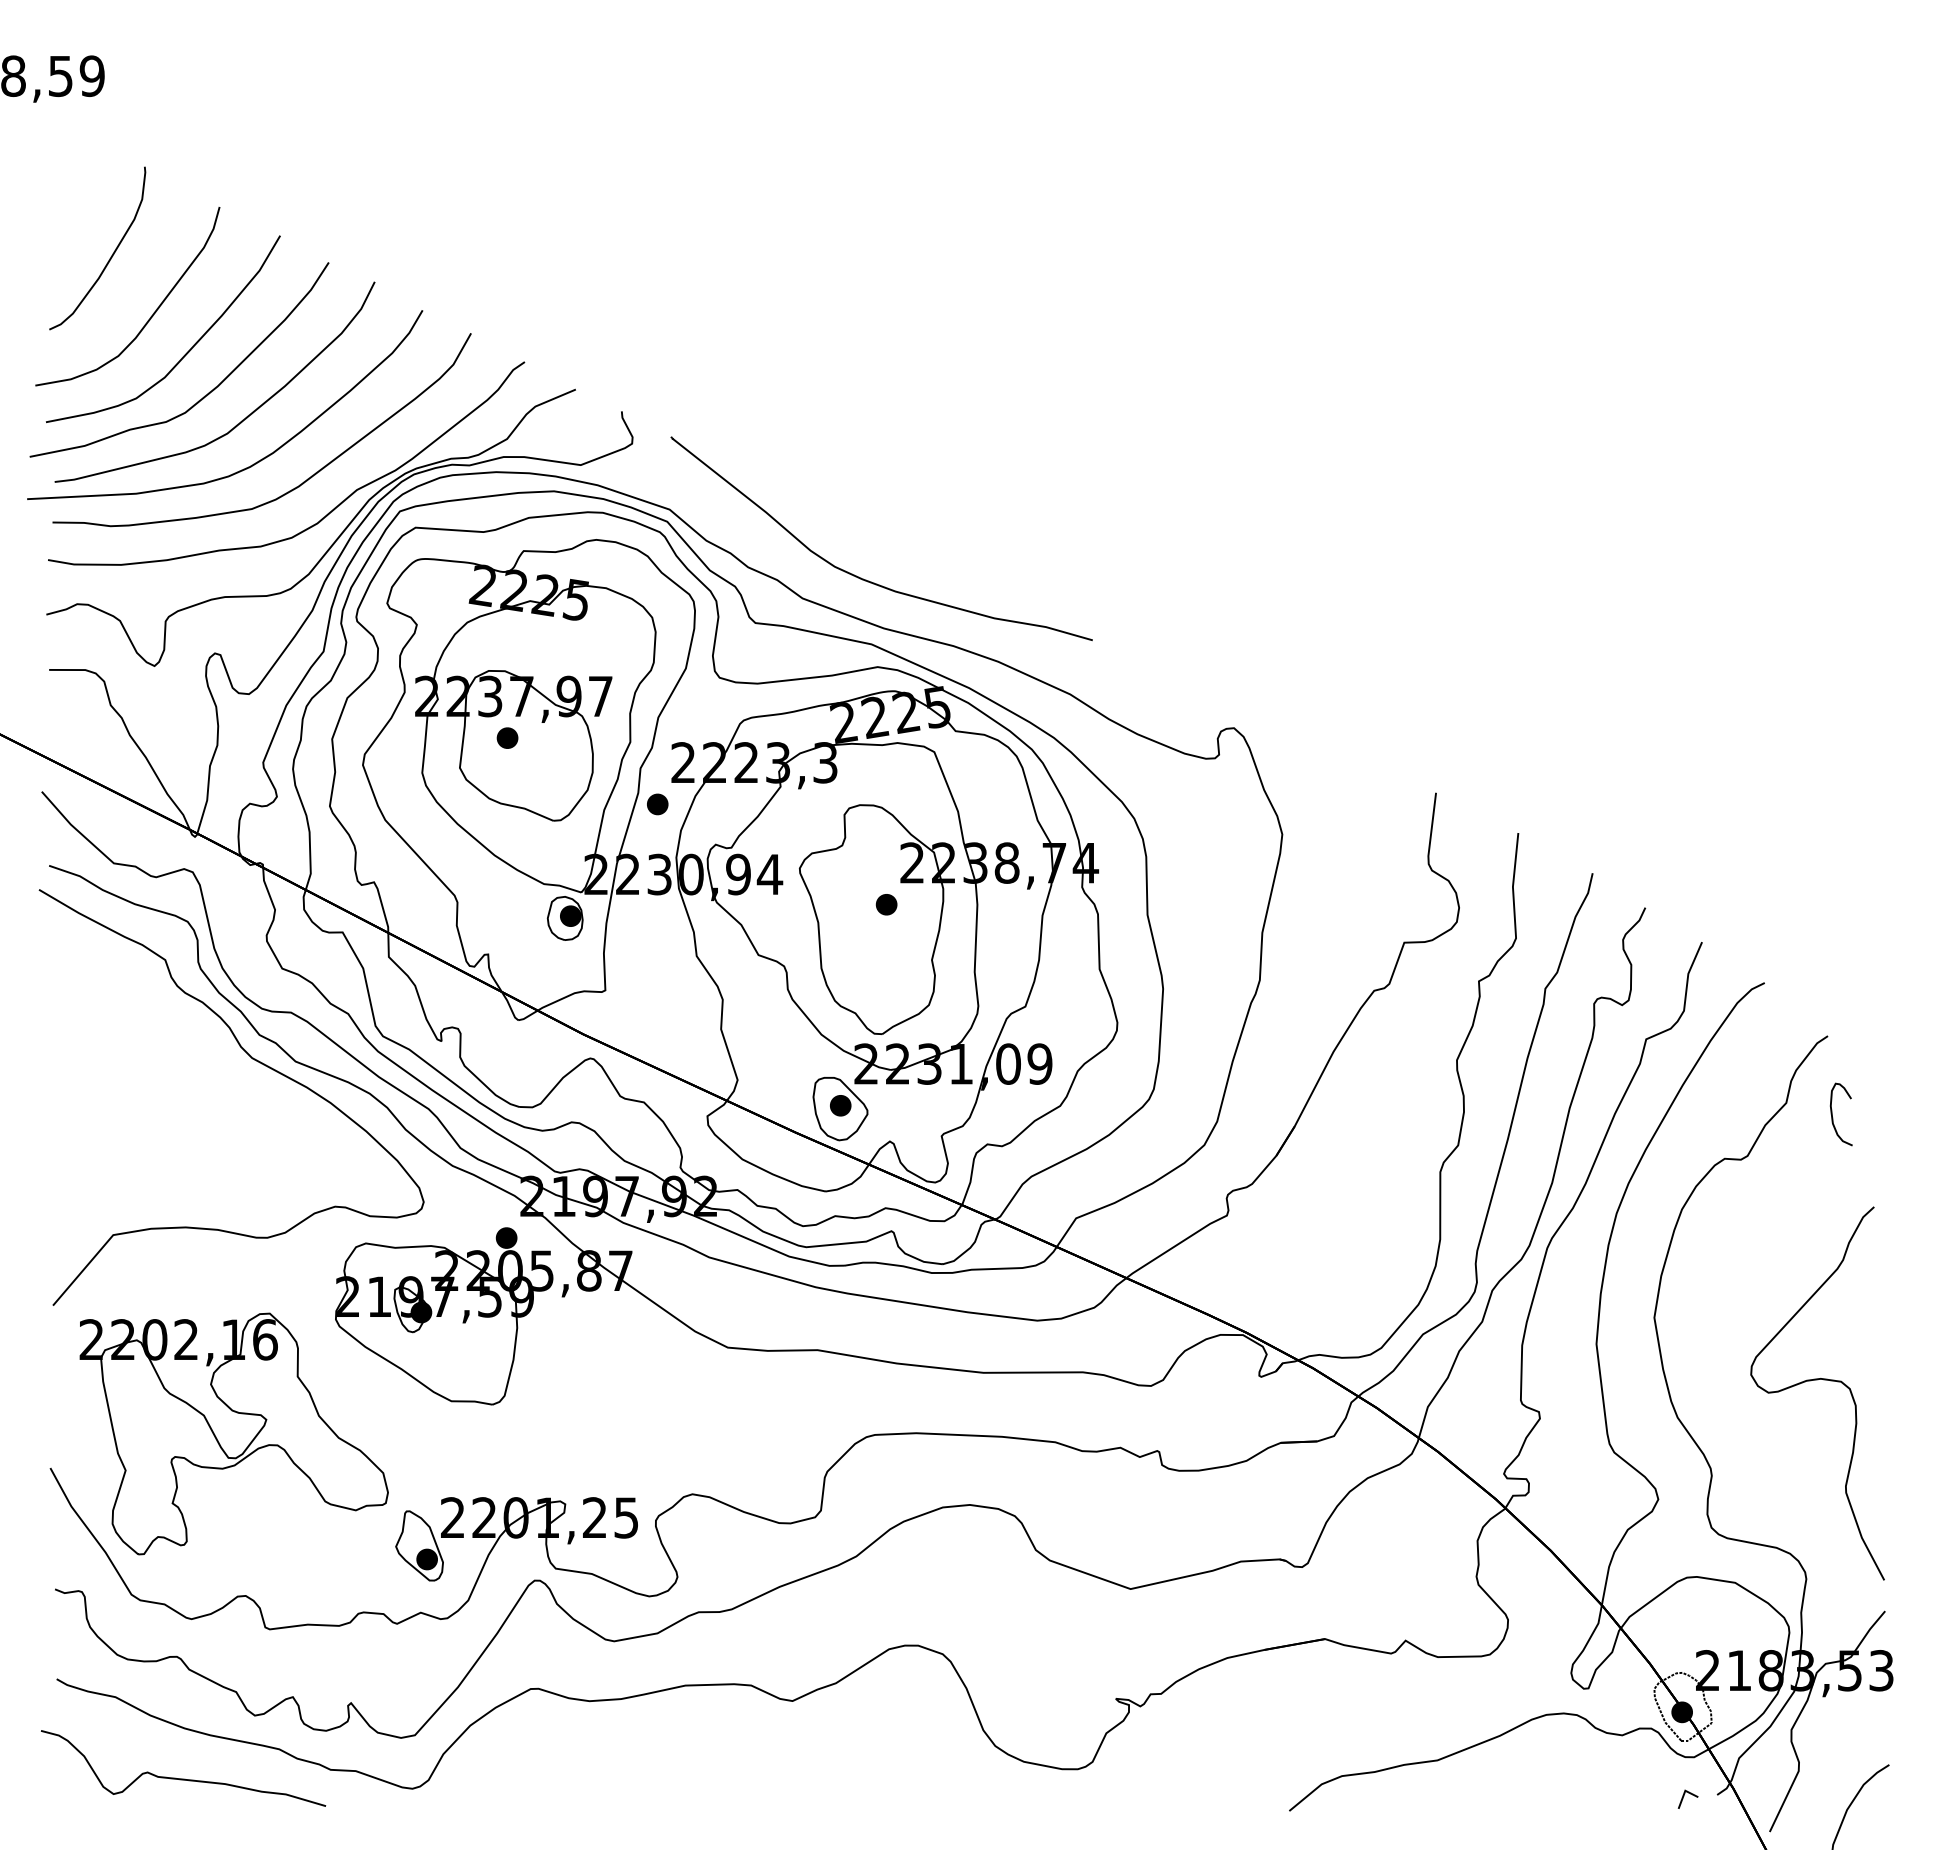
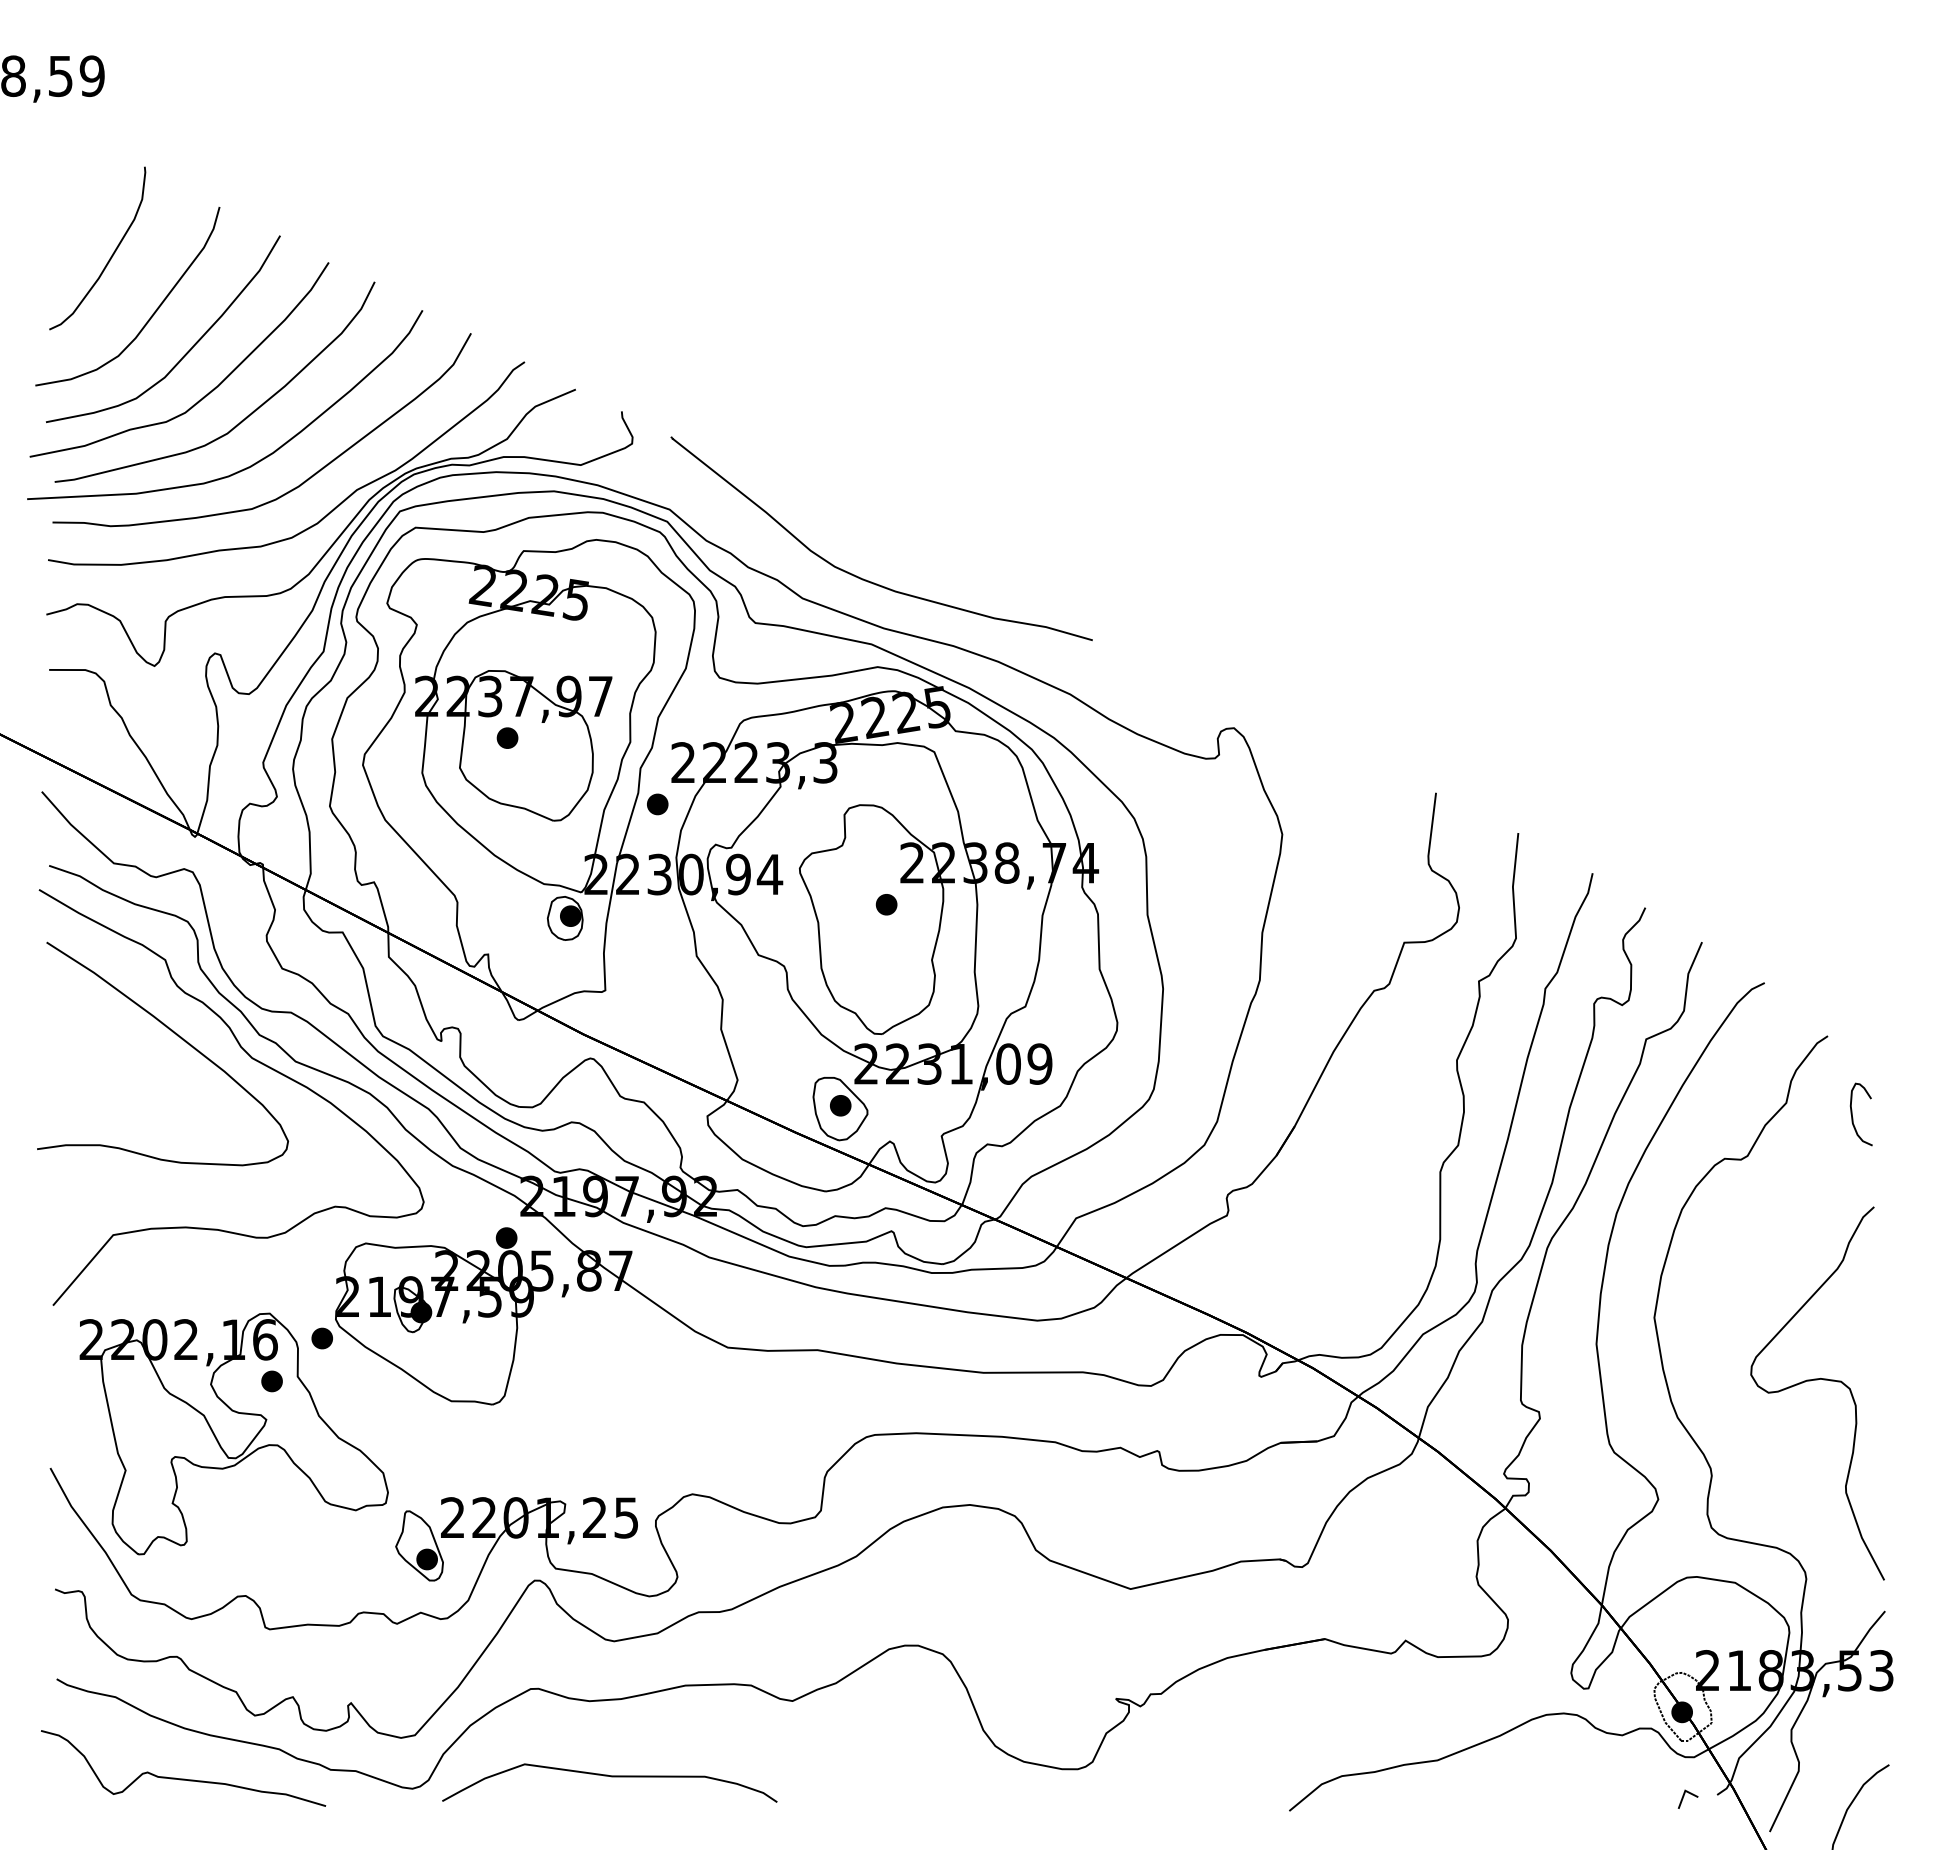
curve at (177, 1036): none -> present
curve at (1833, 1117) position: (1833, 1117) -> (1853, 1117)
part at (321, 1338): none -> present
part at (271, 1381): none -> present
curve at (611, 1777): none -> present
